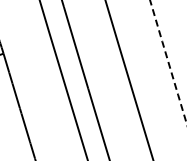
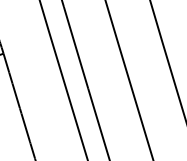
arc at (168, 61): dashed -> solid
